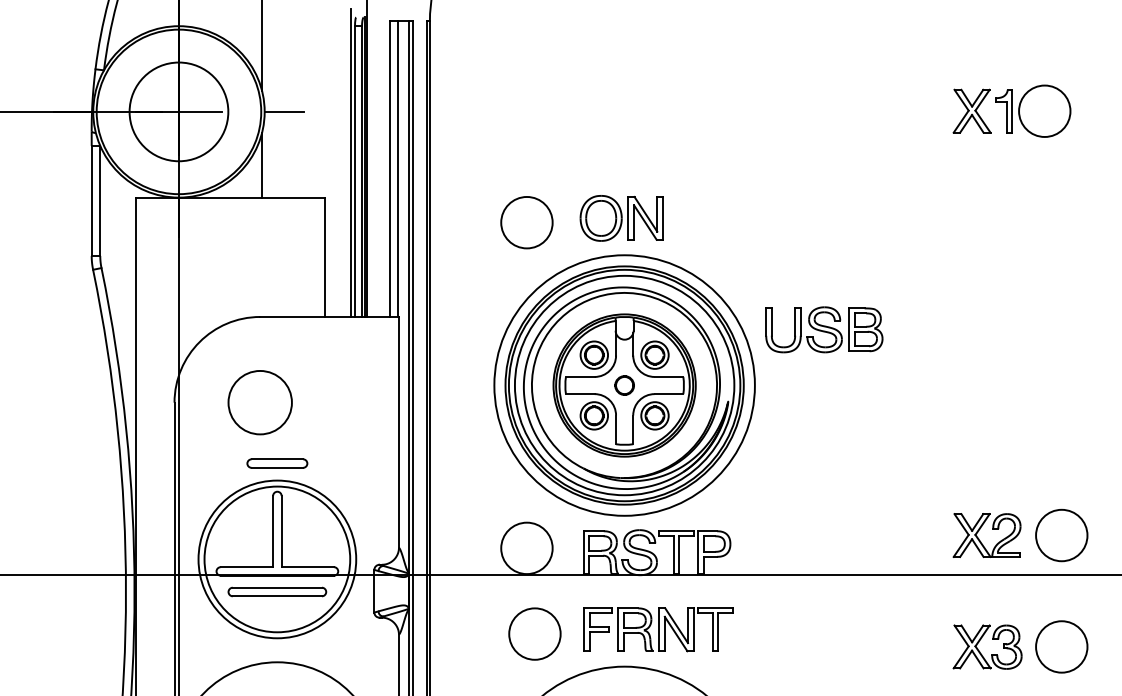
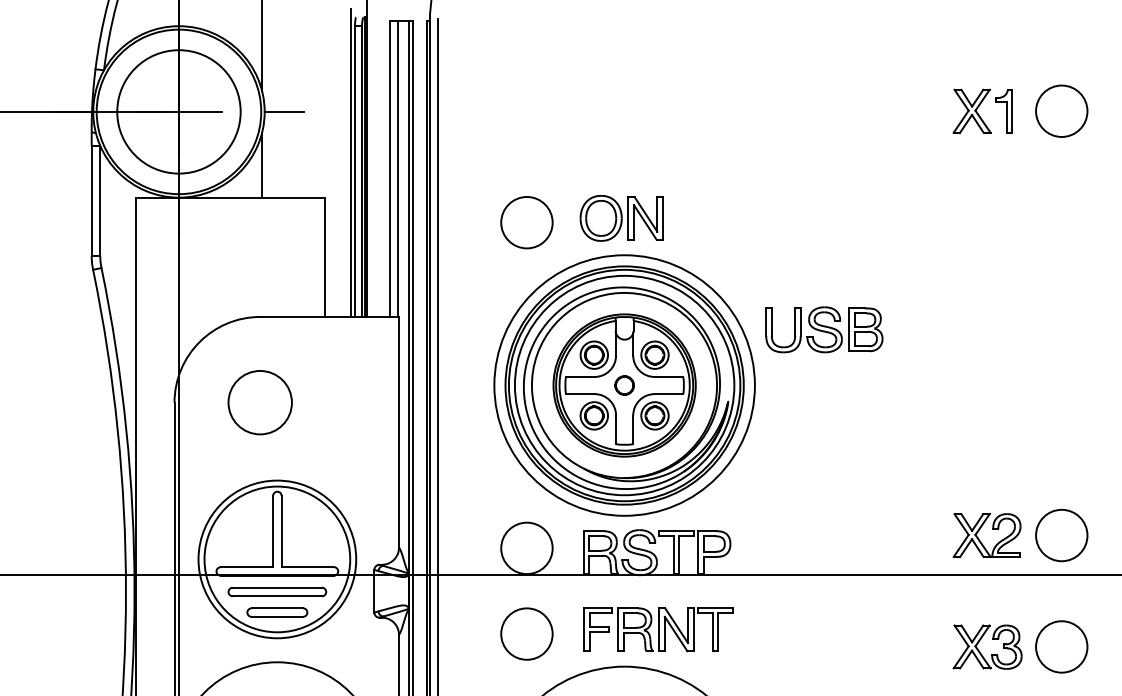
circle at (1044, 110) position: (1044, 110) -> (1061, 110)
circle at (178, 111) diameter: 99 px -> 123 px
line at (437, 355): none -> present
part at (277, 463) position: (277, 463) -> (277, 612)
circle at (534, 633) position: (534, 633) -> (526, 633)
